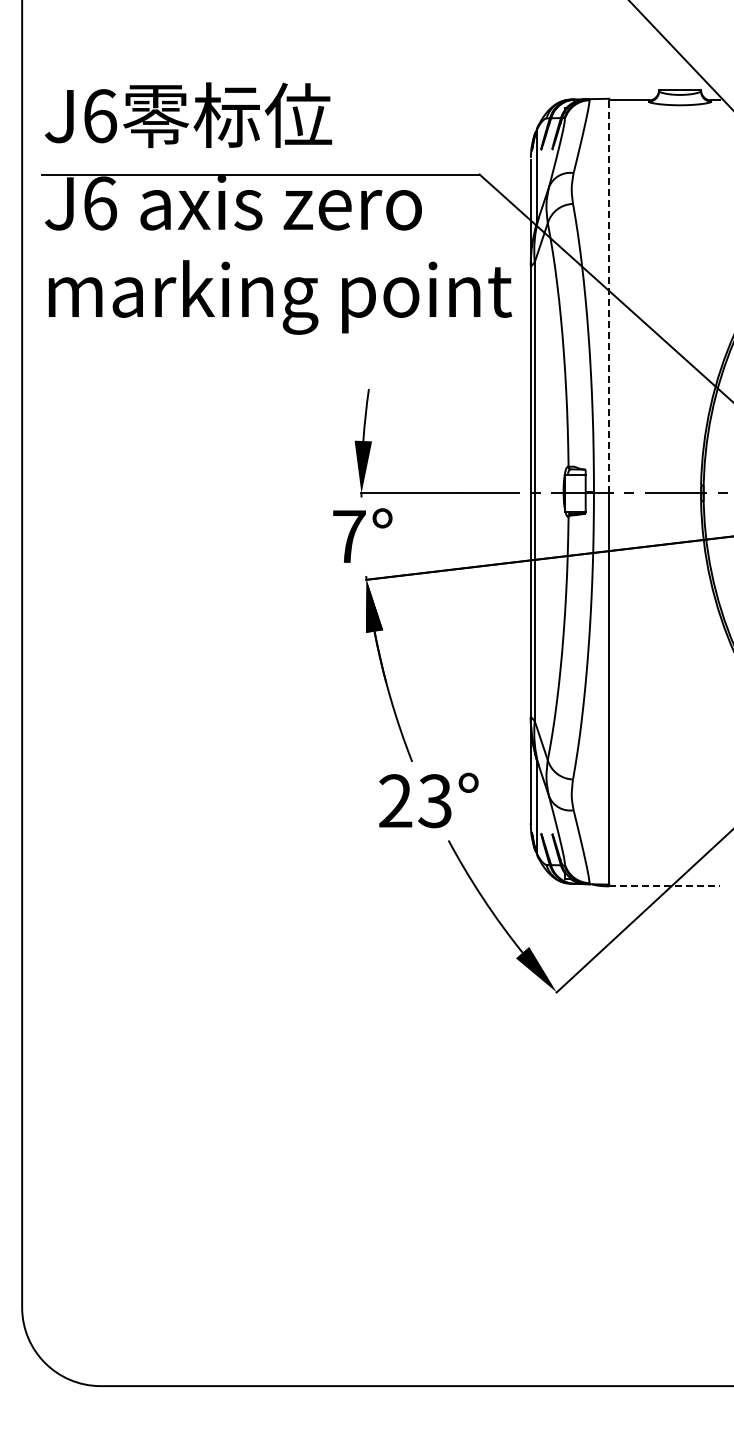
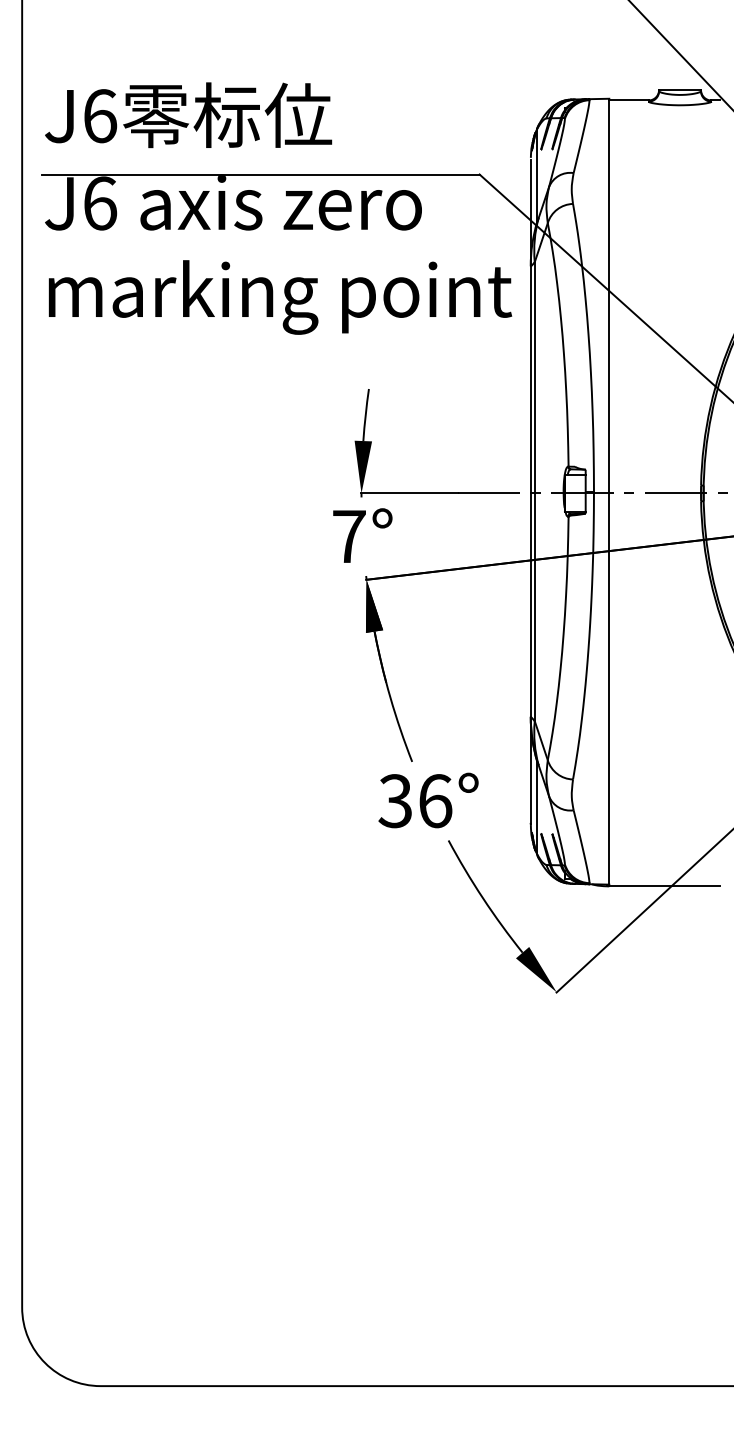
line at (609, 295): dashed -> solid
text at (415, 801): 23° -> 36°
line at (664, 886): dashed -> solid
